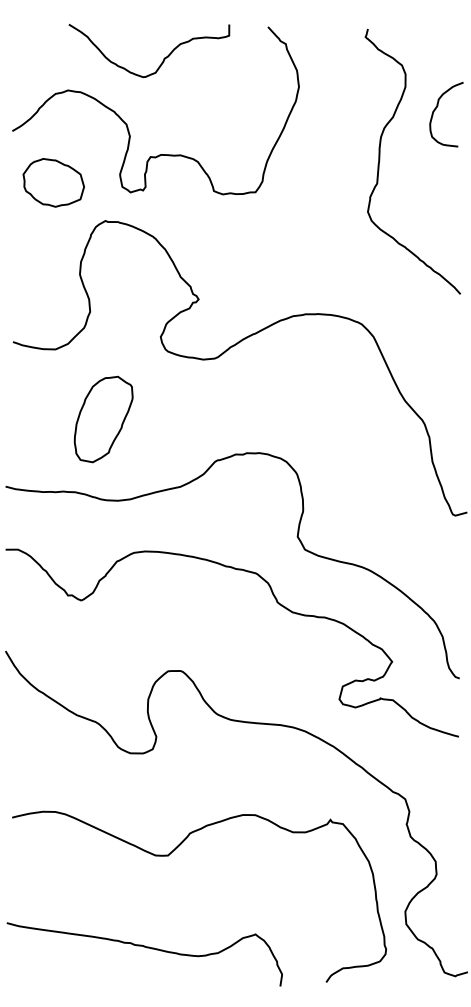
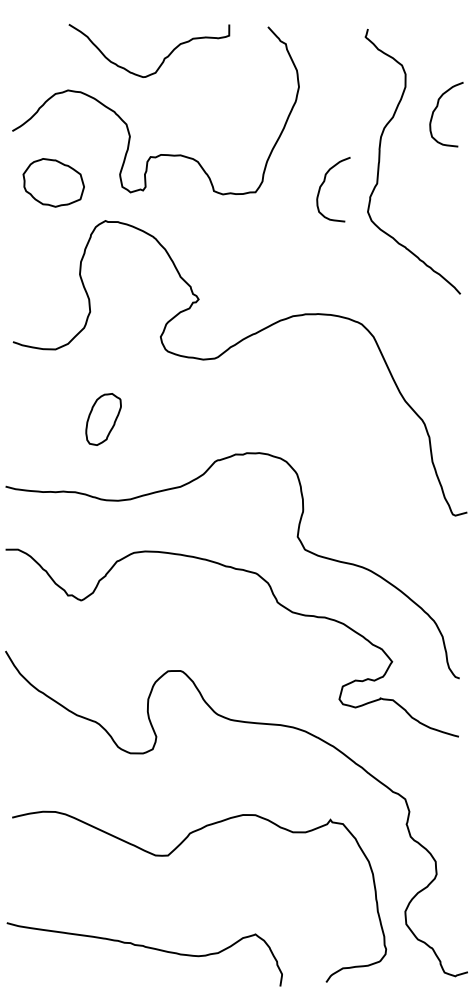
curve at (323, 184): none -> present
part at (103, 419) size: 61x89 px -> 37x53 px
